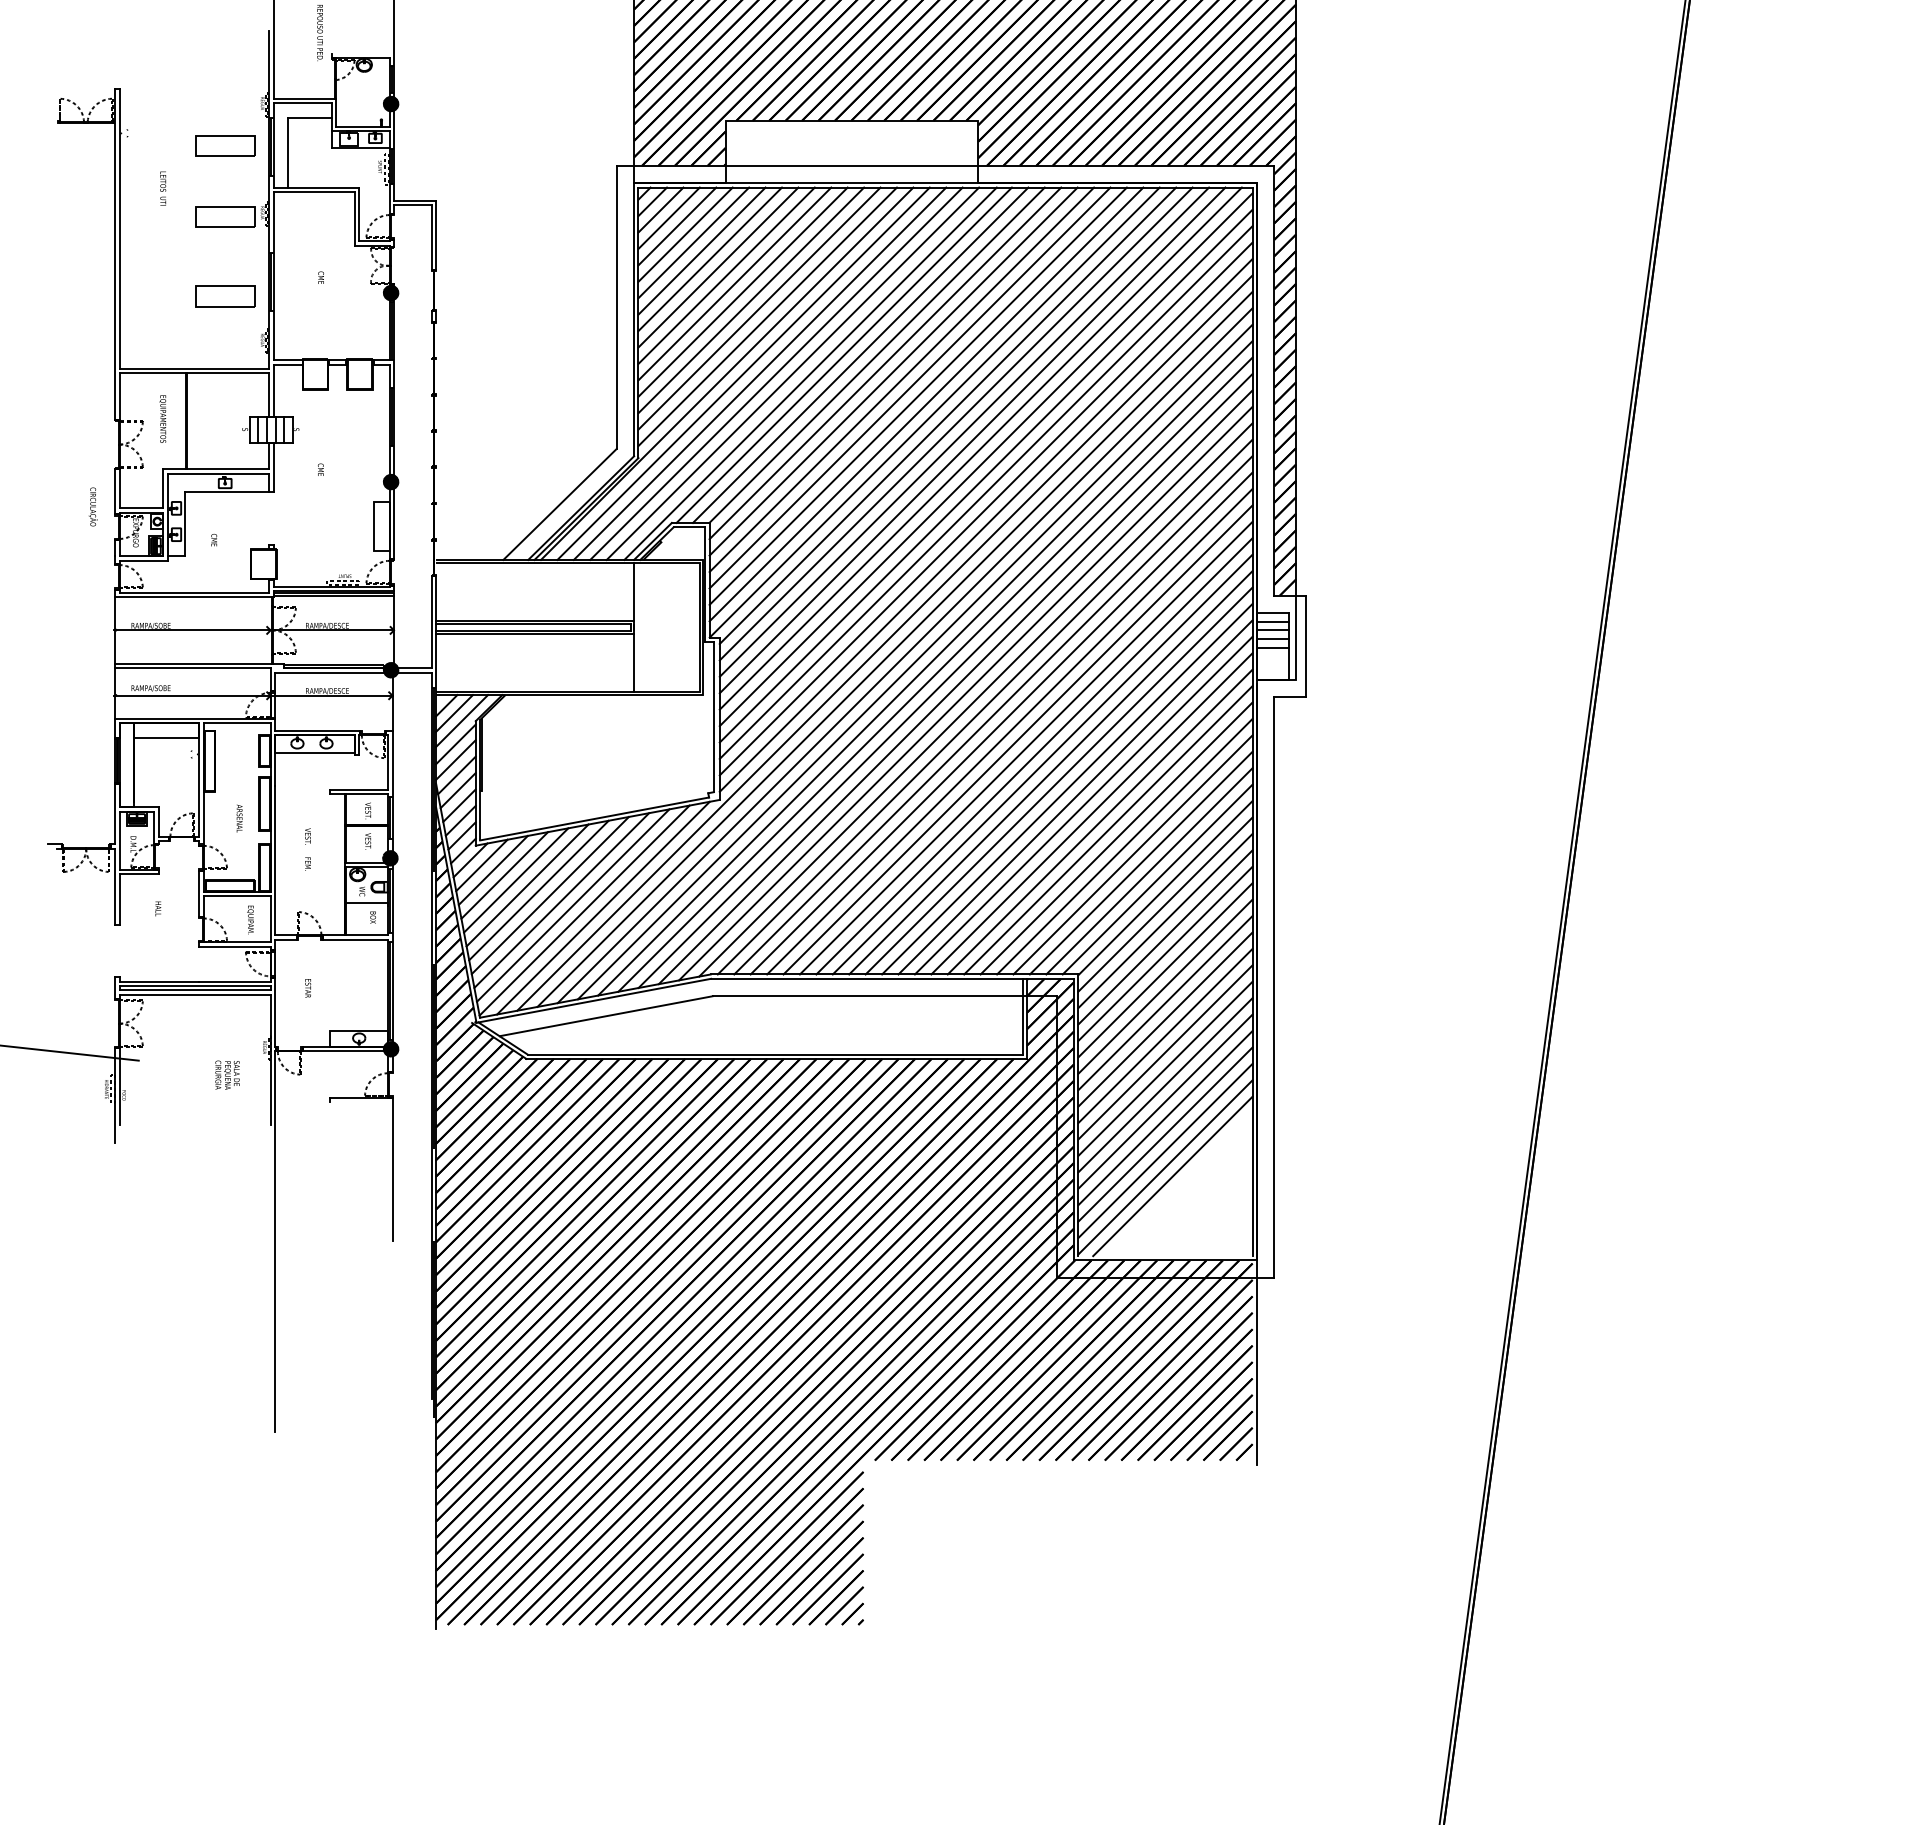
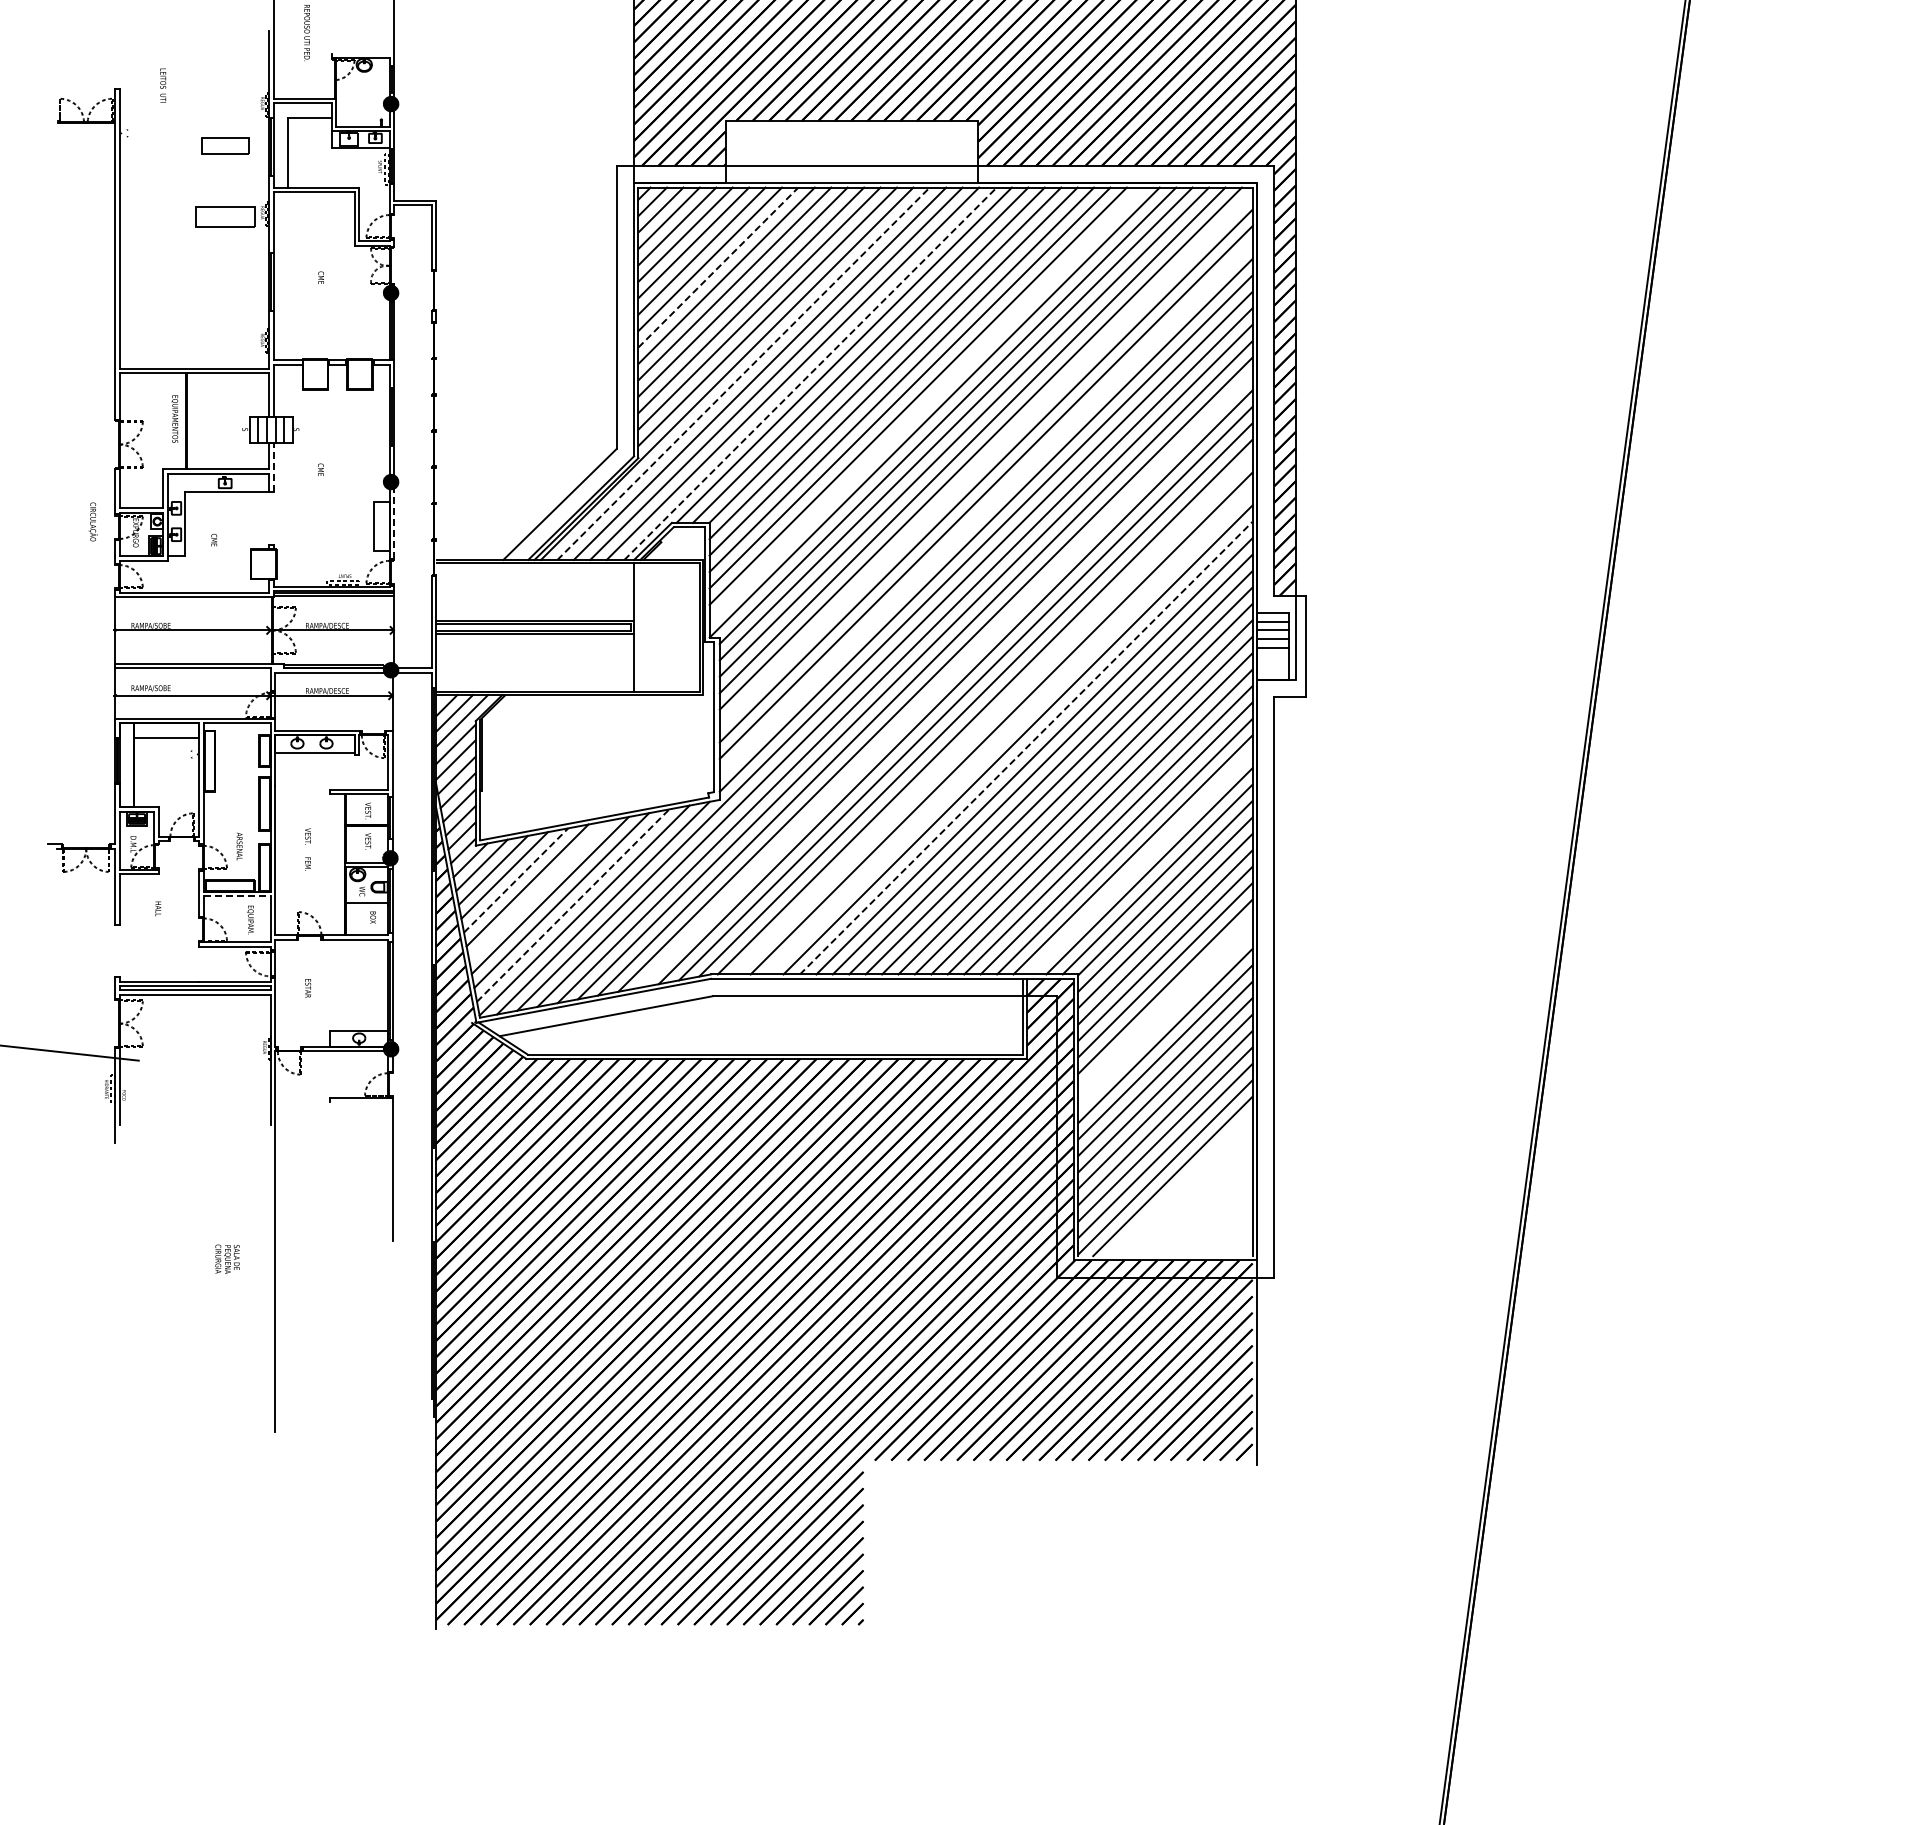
text at (319, 33) position: (319, 33) -> (306, 33)
part at (225, 145) size: 61x22 px -> 49x18 px
text at (163, 188) position: (163, 188) -> (163, 85)
line at (718, 267): solid -> dashed
part at (225, 296): present -> none
line at (743, 373): solid -> dashed
line at (810, 373): solid -> dashed
line at (926, 404): present -> none
text at (162, 418) position: (162, 418) -> (174, 418)
line at (985, 459): present -> none
line at (273, 467): solid -> dashed
text at (92, 506) position: (92, 506) -> (92, 521)
line at (985, 508): present -> none
line at (394, 523): solid -> dashed
line at (945, 680): present -> none
line at (993, 715): present -> none
line at (1009, 731): present -> none
line at (1026, 747): solid -> dashed
text at (239, 818) position: (239, 818) -> (239, 846)
line at (1140, 862): present -> none
line at (516, 880): solid -> dashed
line at (538, 890): present -> none
line at (237, 896): solid -> dashed
line at (573, 905): solid -> dashed
line at (1165, 1003): present -> none
line at (1165, 1019): present -> none
text at (227, 1074) position: (227, 1074) -> (227, 1258)
